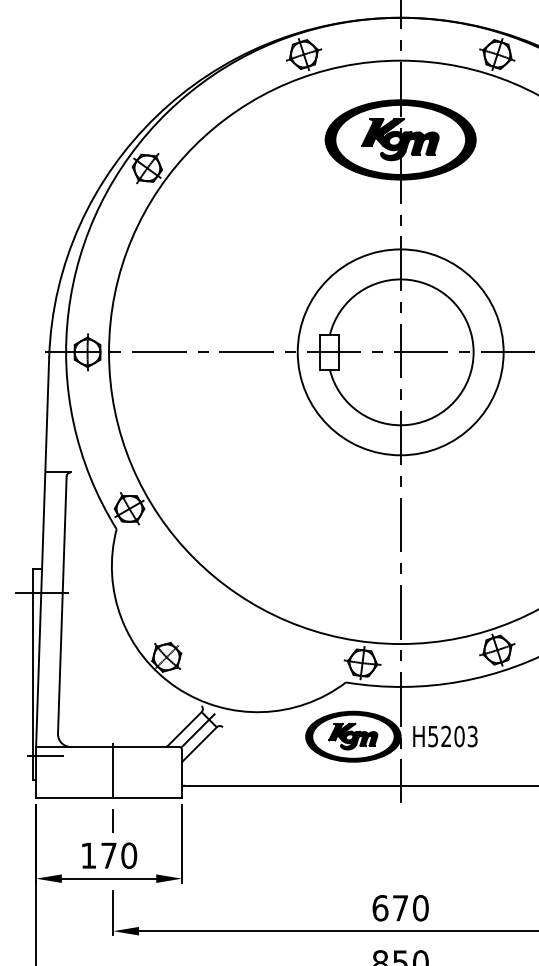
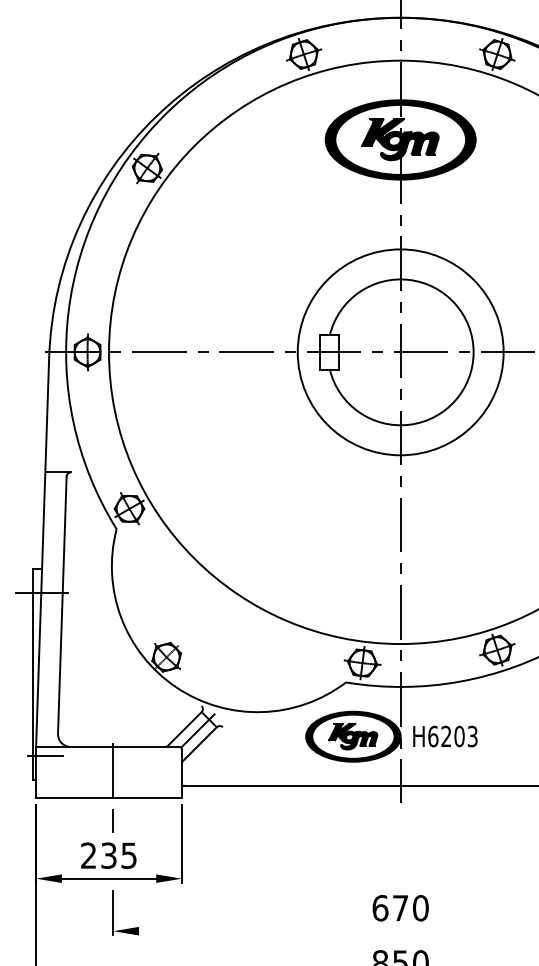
text at (433, 736): H5203 -> H6203
text at (109, 855): 170 -> 235
line at (337, 931): present -> none
